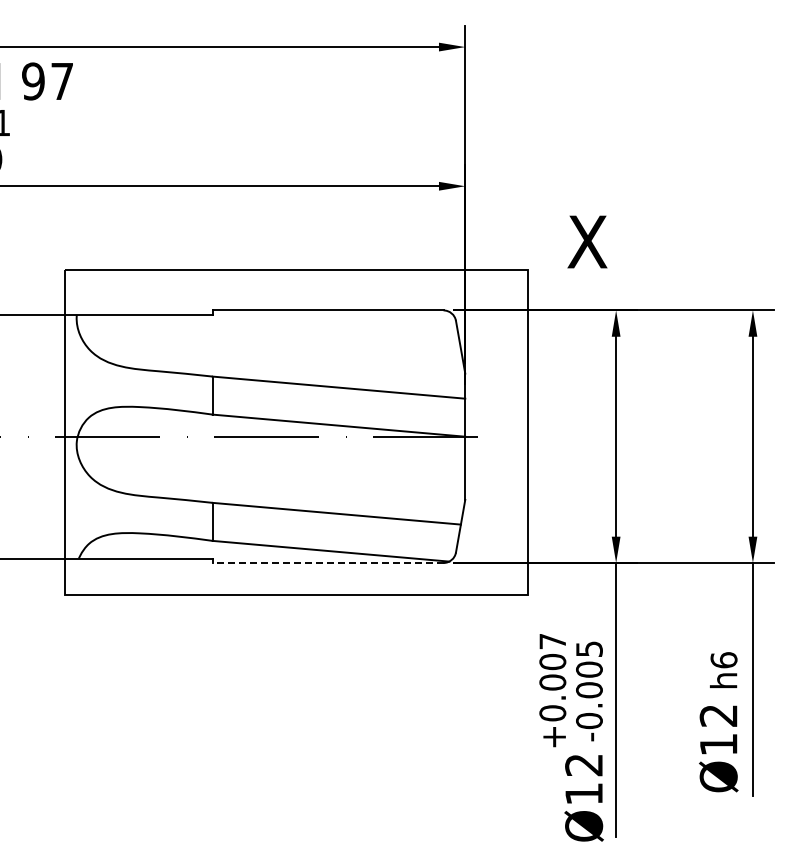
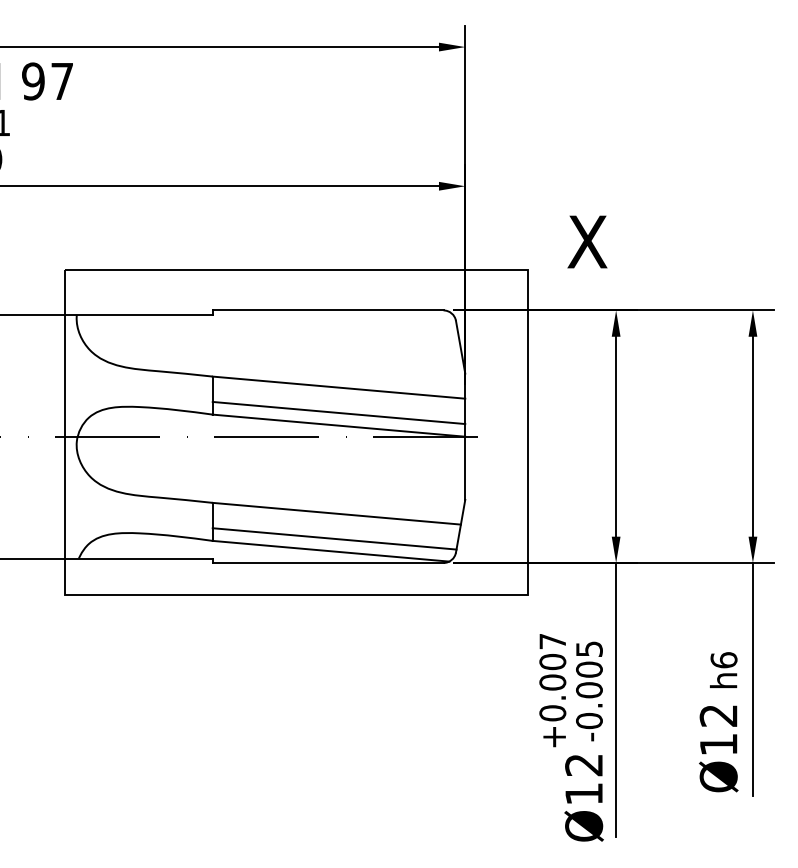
line at (338, 412): none -> present
line at (334, 538): none -> present
line at (327, 563): dashed -> solid
